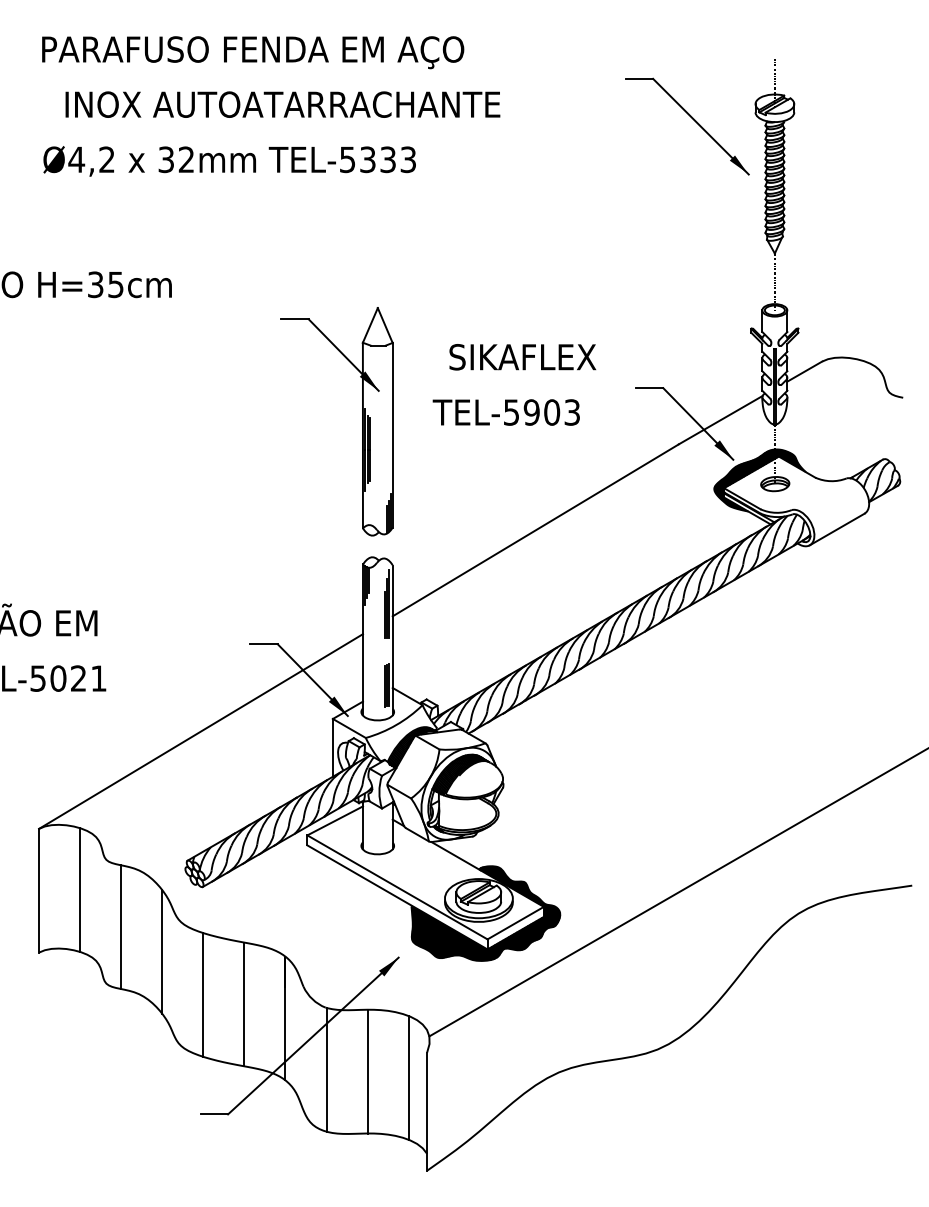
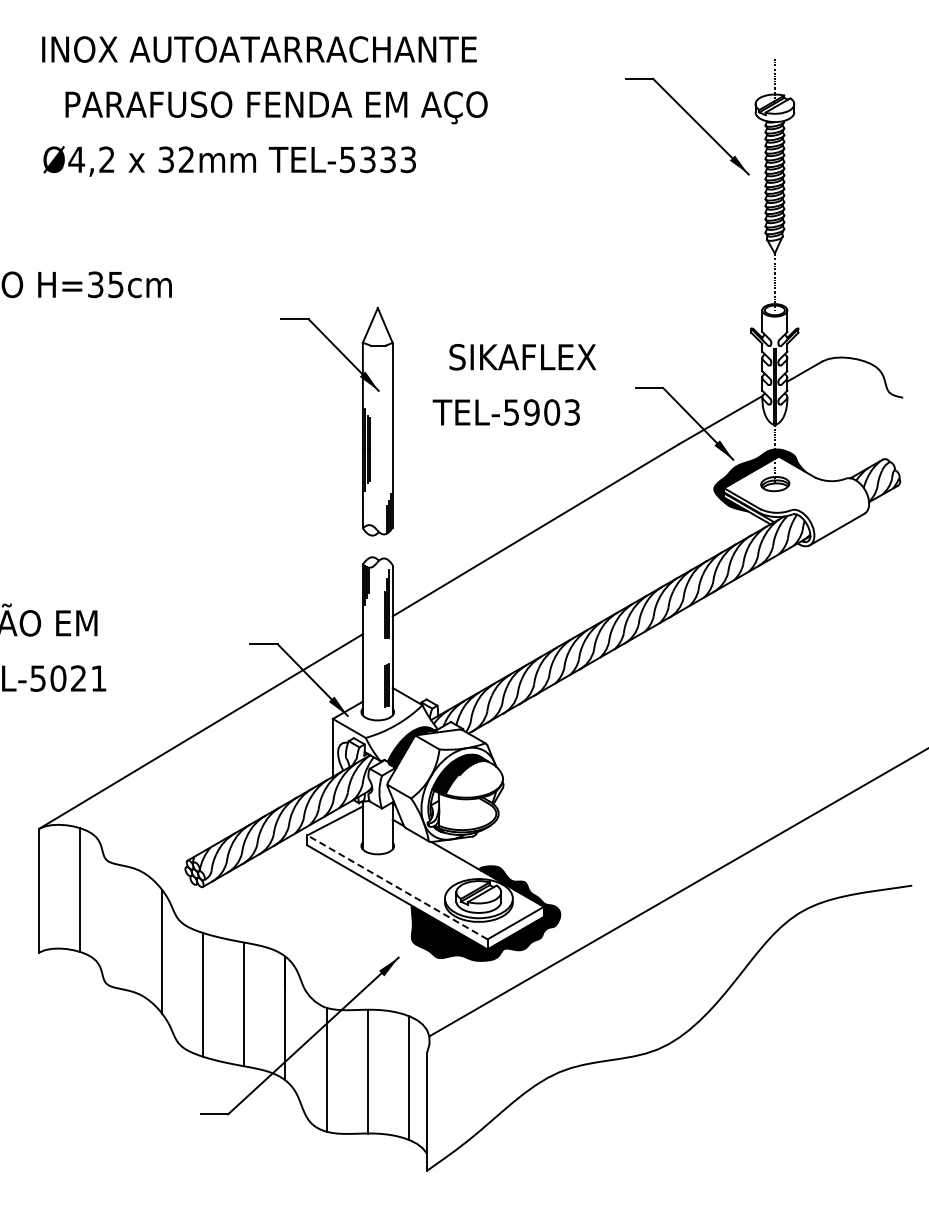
text at (260, 52): PARAFUSO FENDA EM AÇO -> INOX AUTOATARRACHANTE
text at (284, 107): INOX AUTOATARRACHANTE -> PARAFUSO FENDA EM AÇO
line at (397, 887): solid -> dashed
line at (121, 927): present -> none
